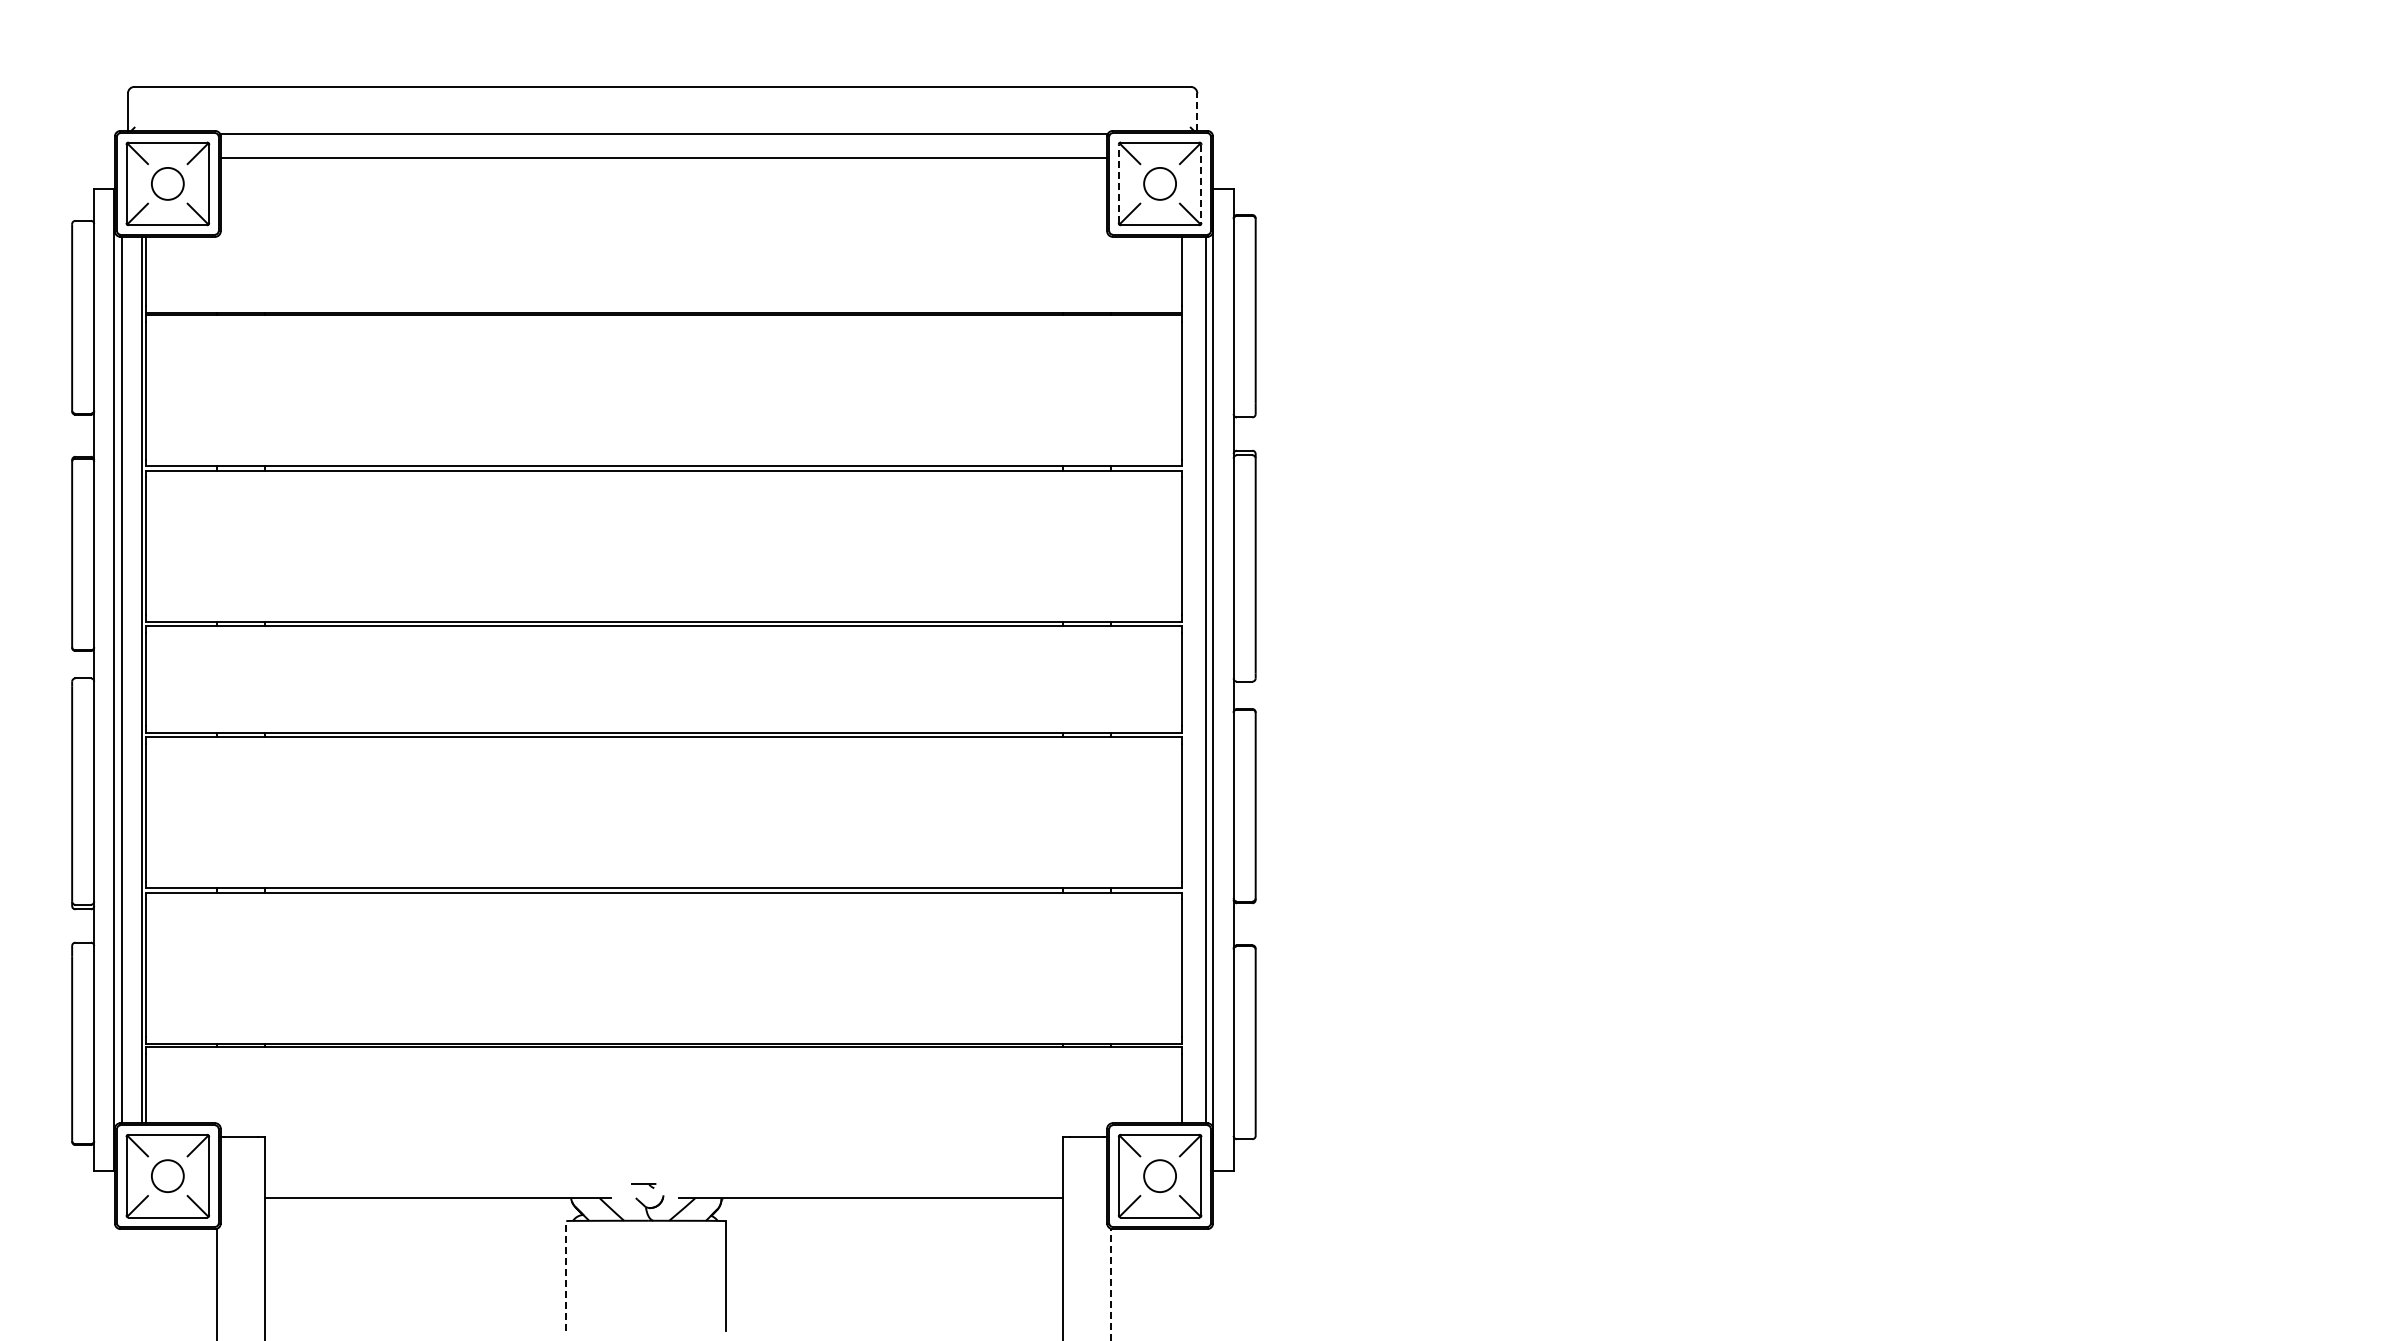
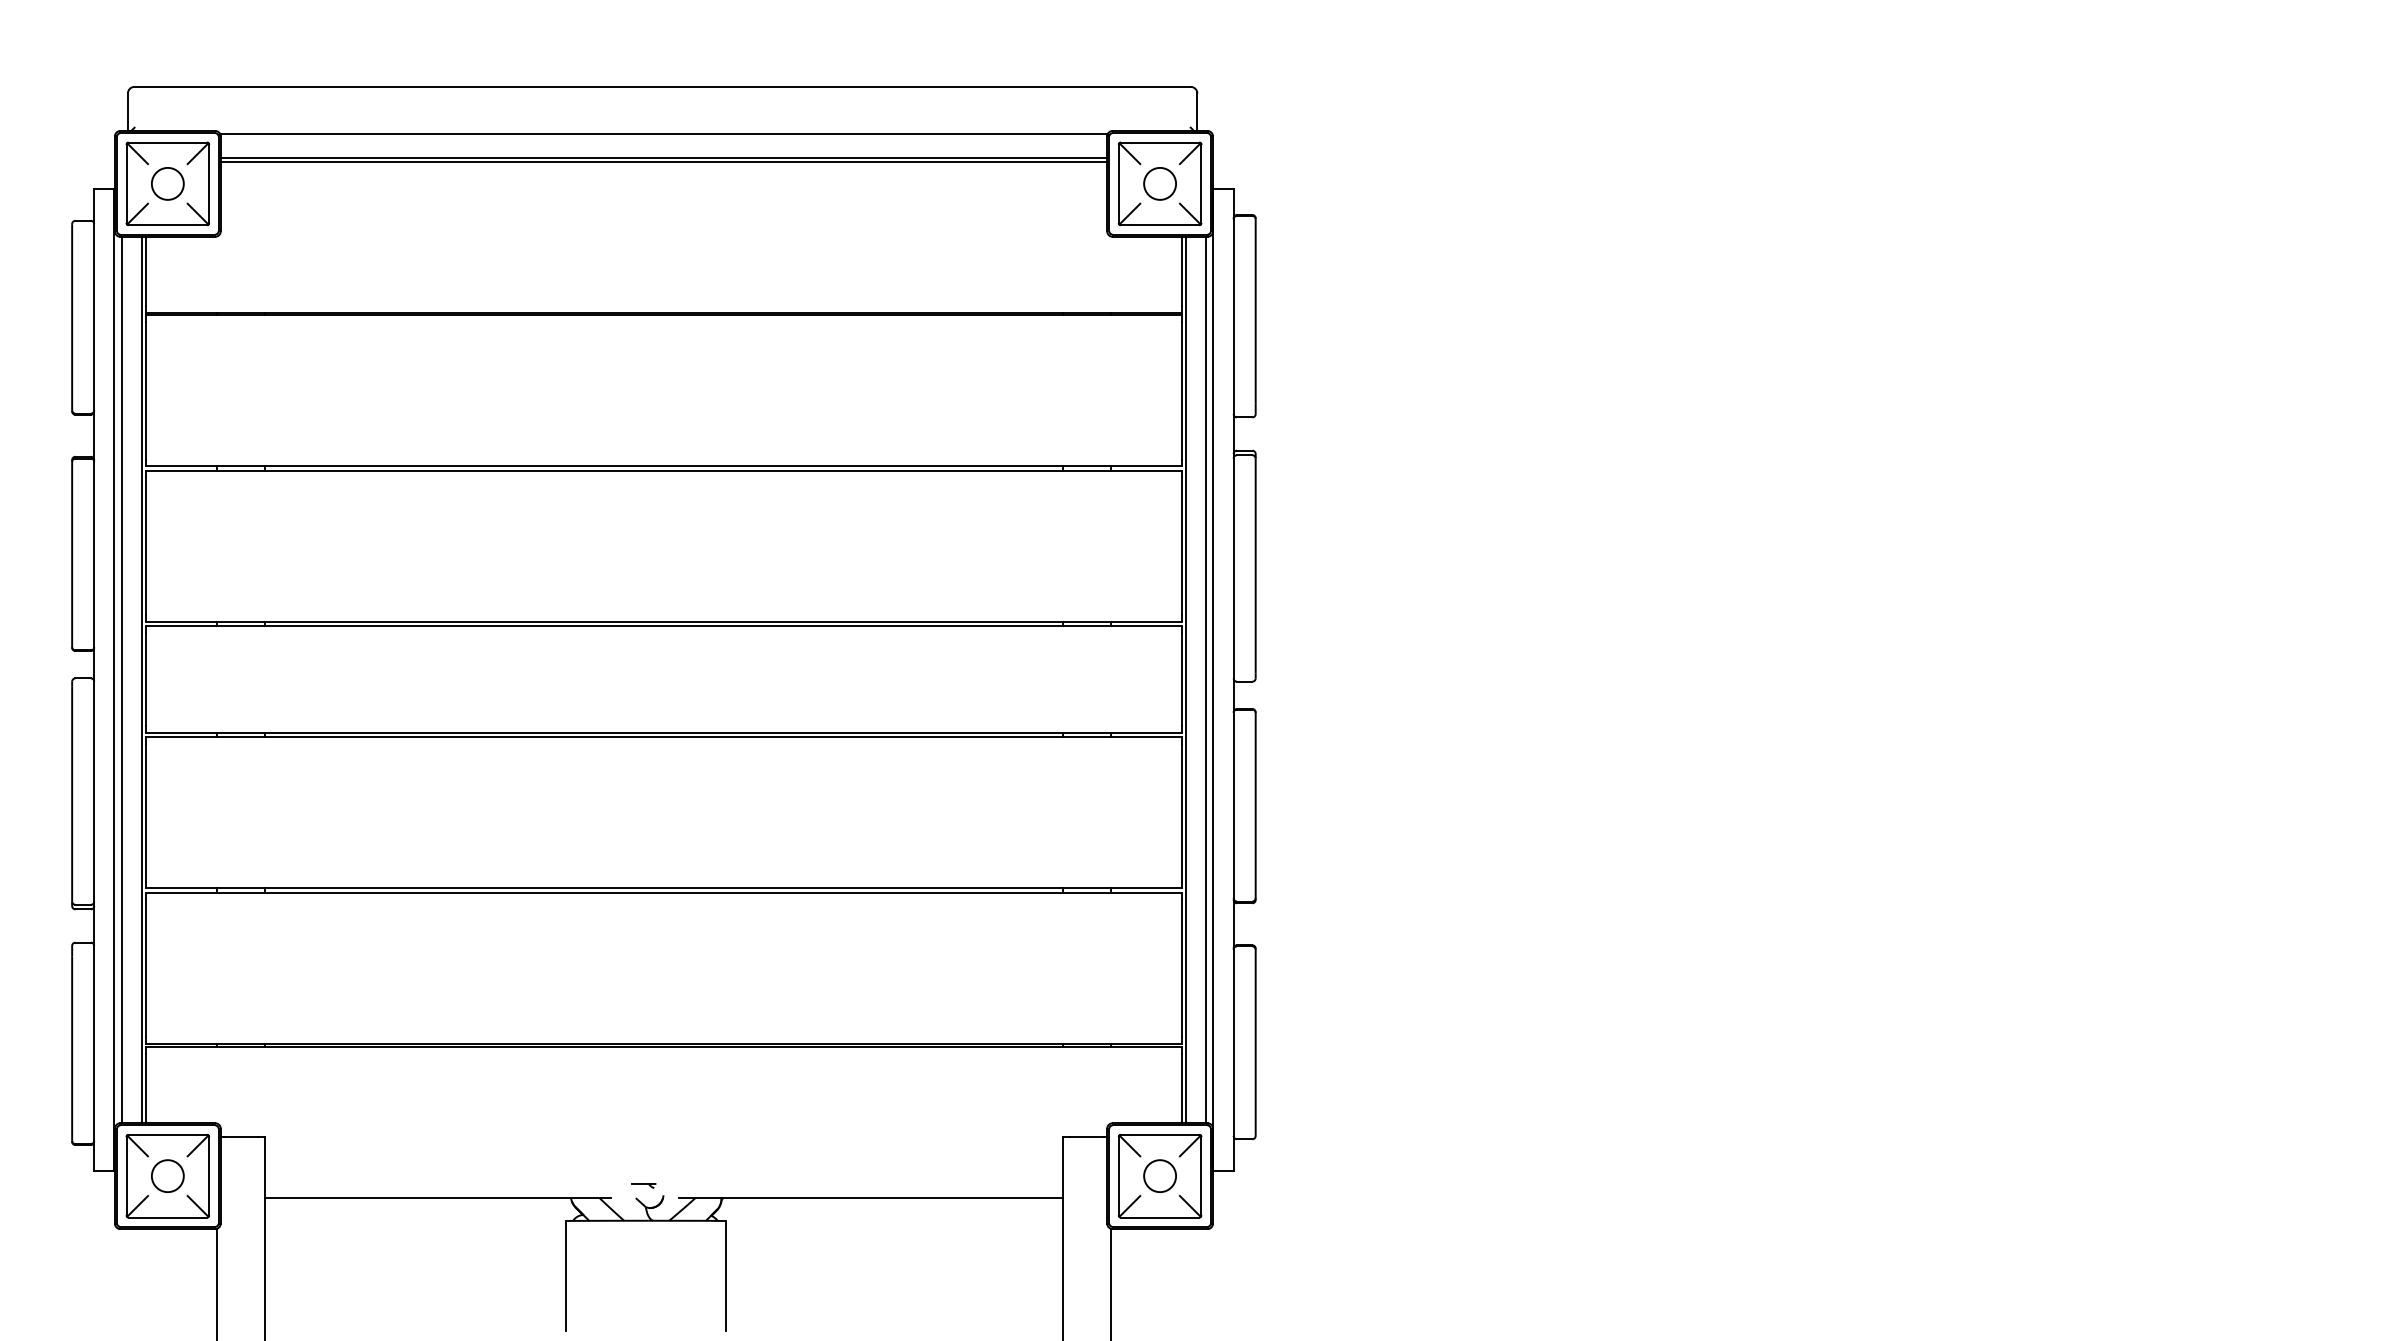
line at (1197, 112): dashed -> solid
line at (663, 161): none -> present
line at (1118, 183): dashed -> solid
line at (1201, 184): dashed -> solid
line at (1185, 679): none -> present
line at (566, 1275): dashed -> solid
line at (1110, 1284): dashed -> solid
